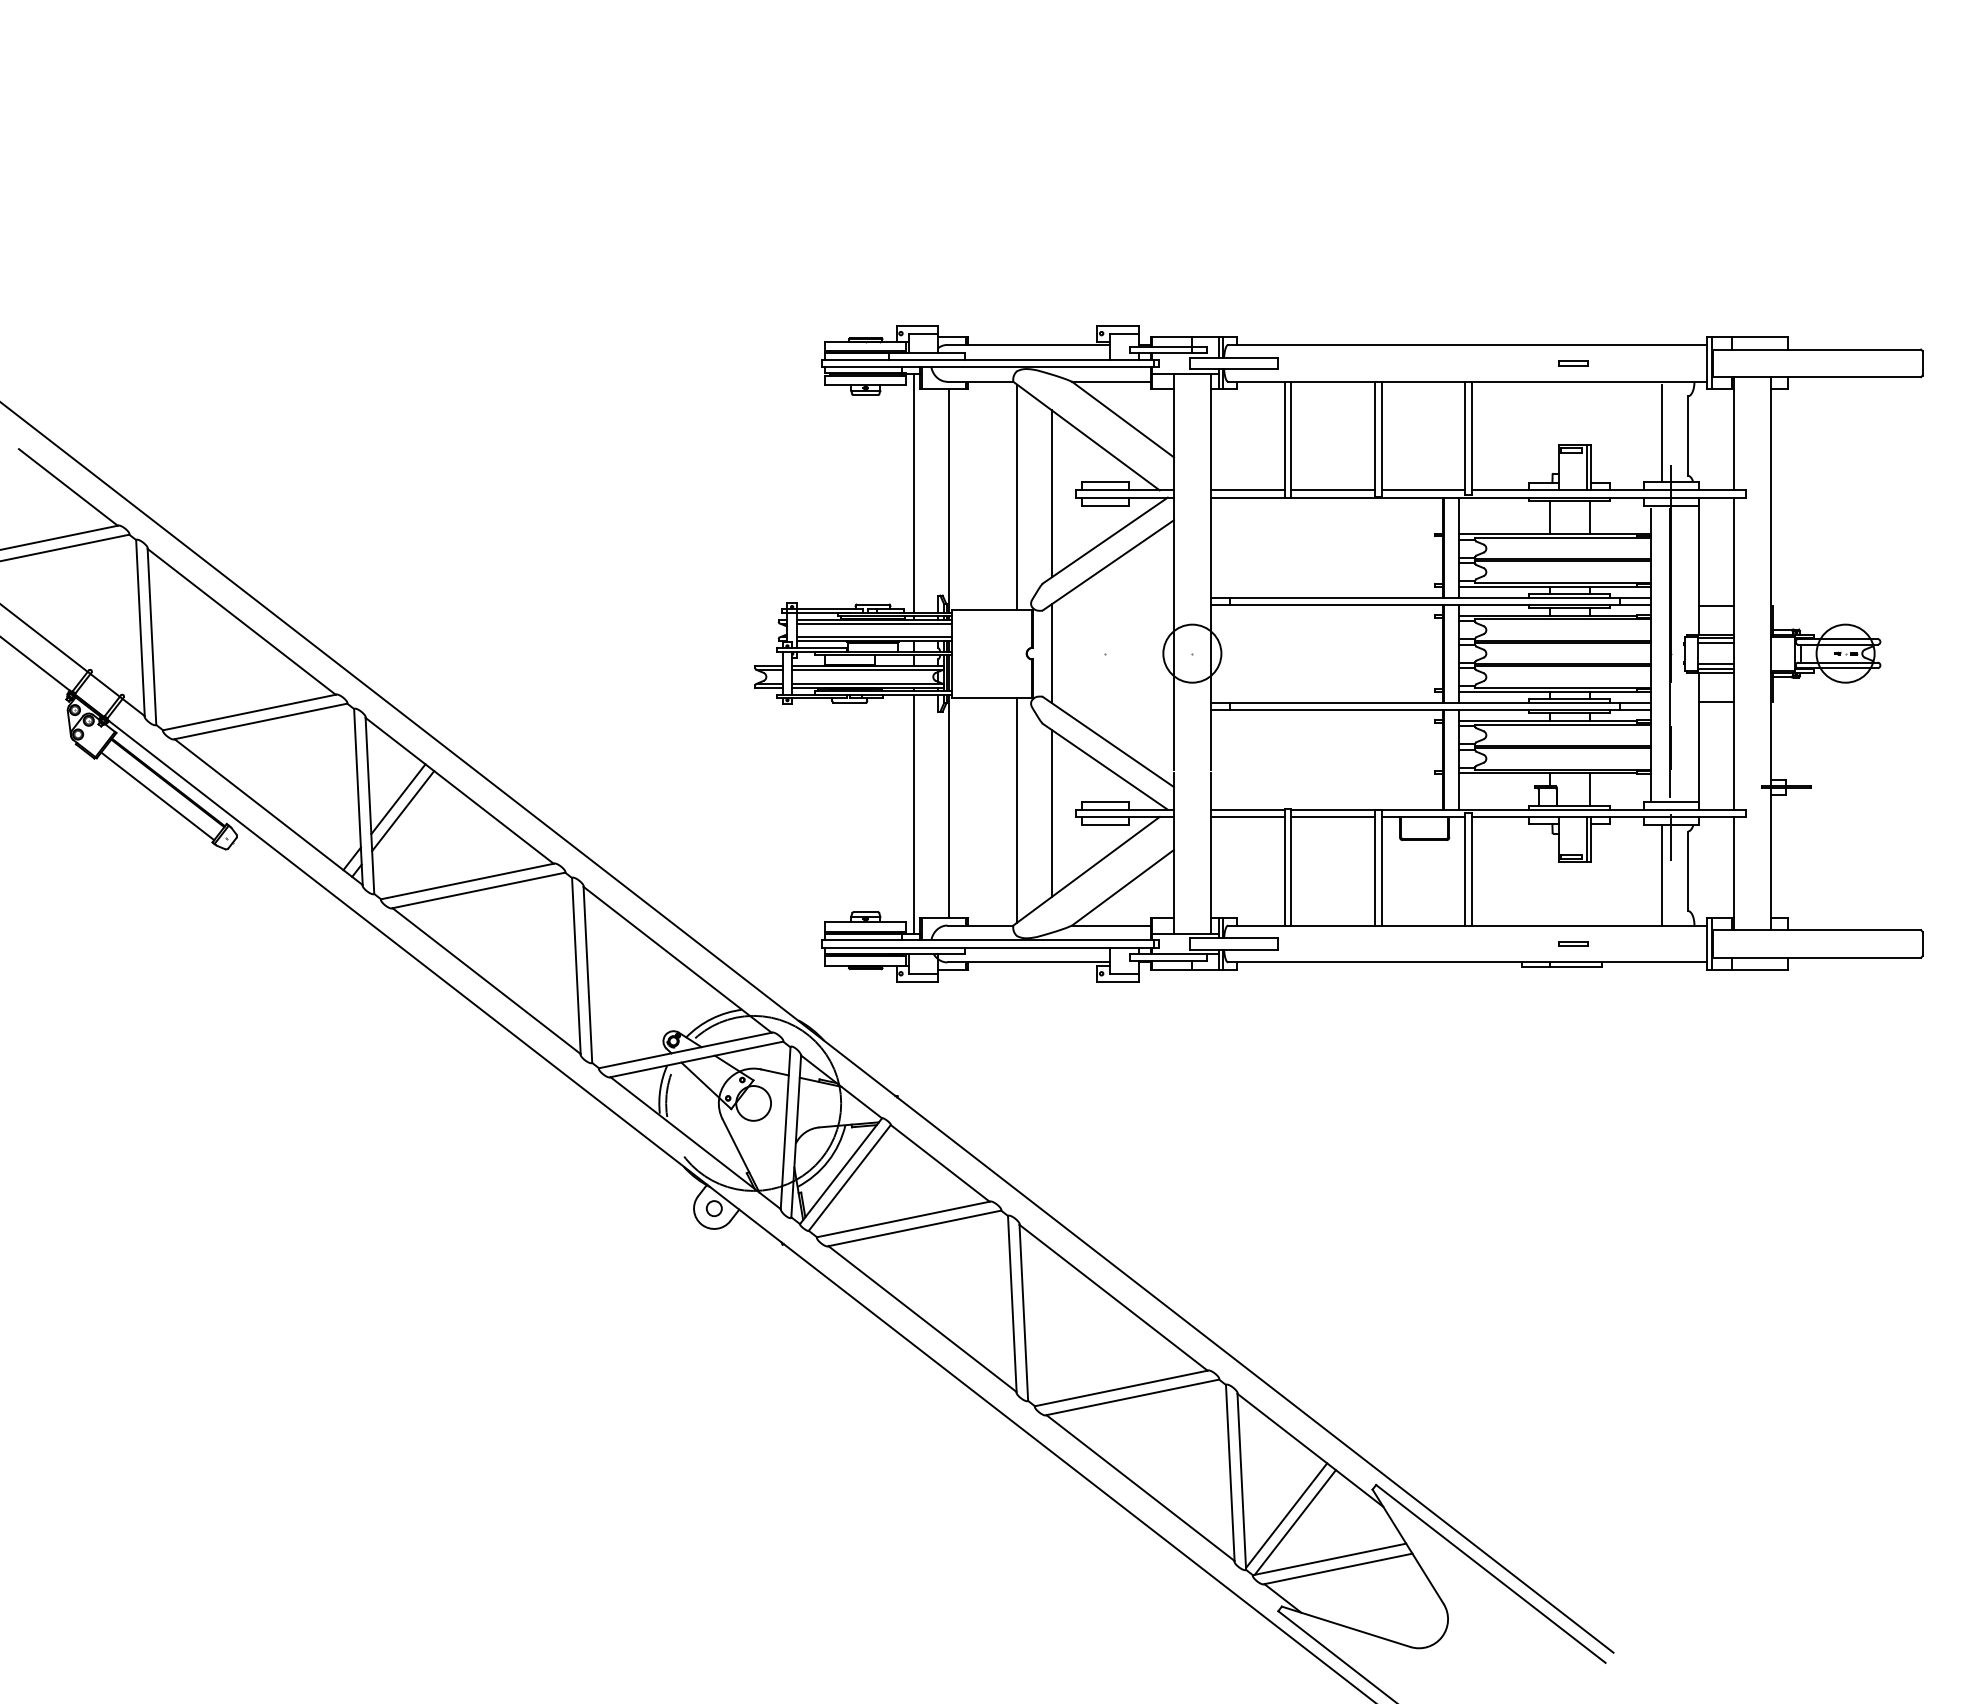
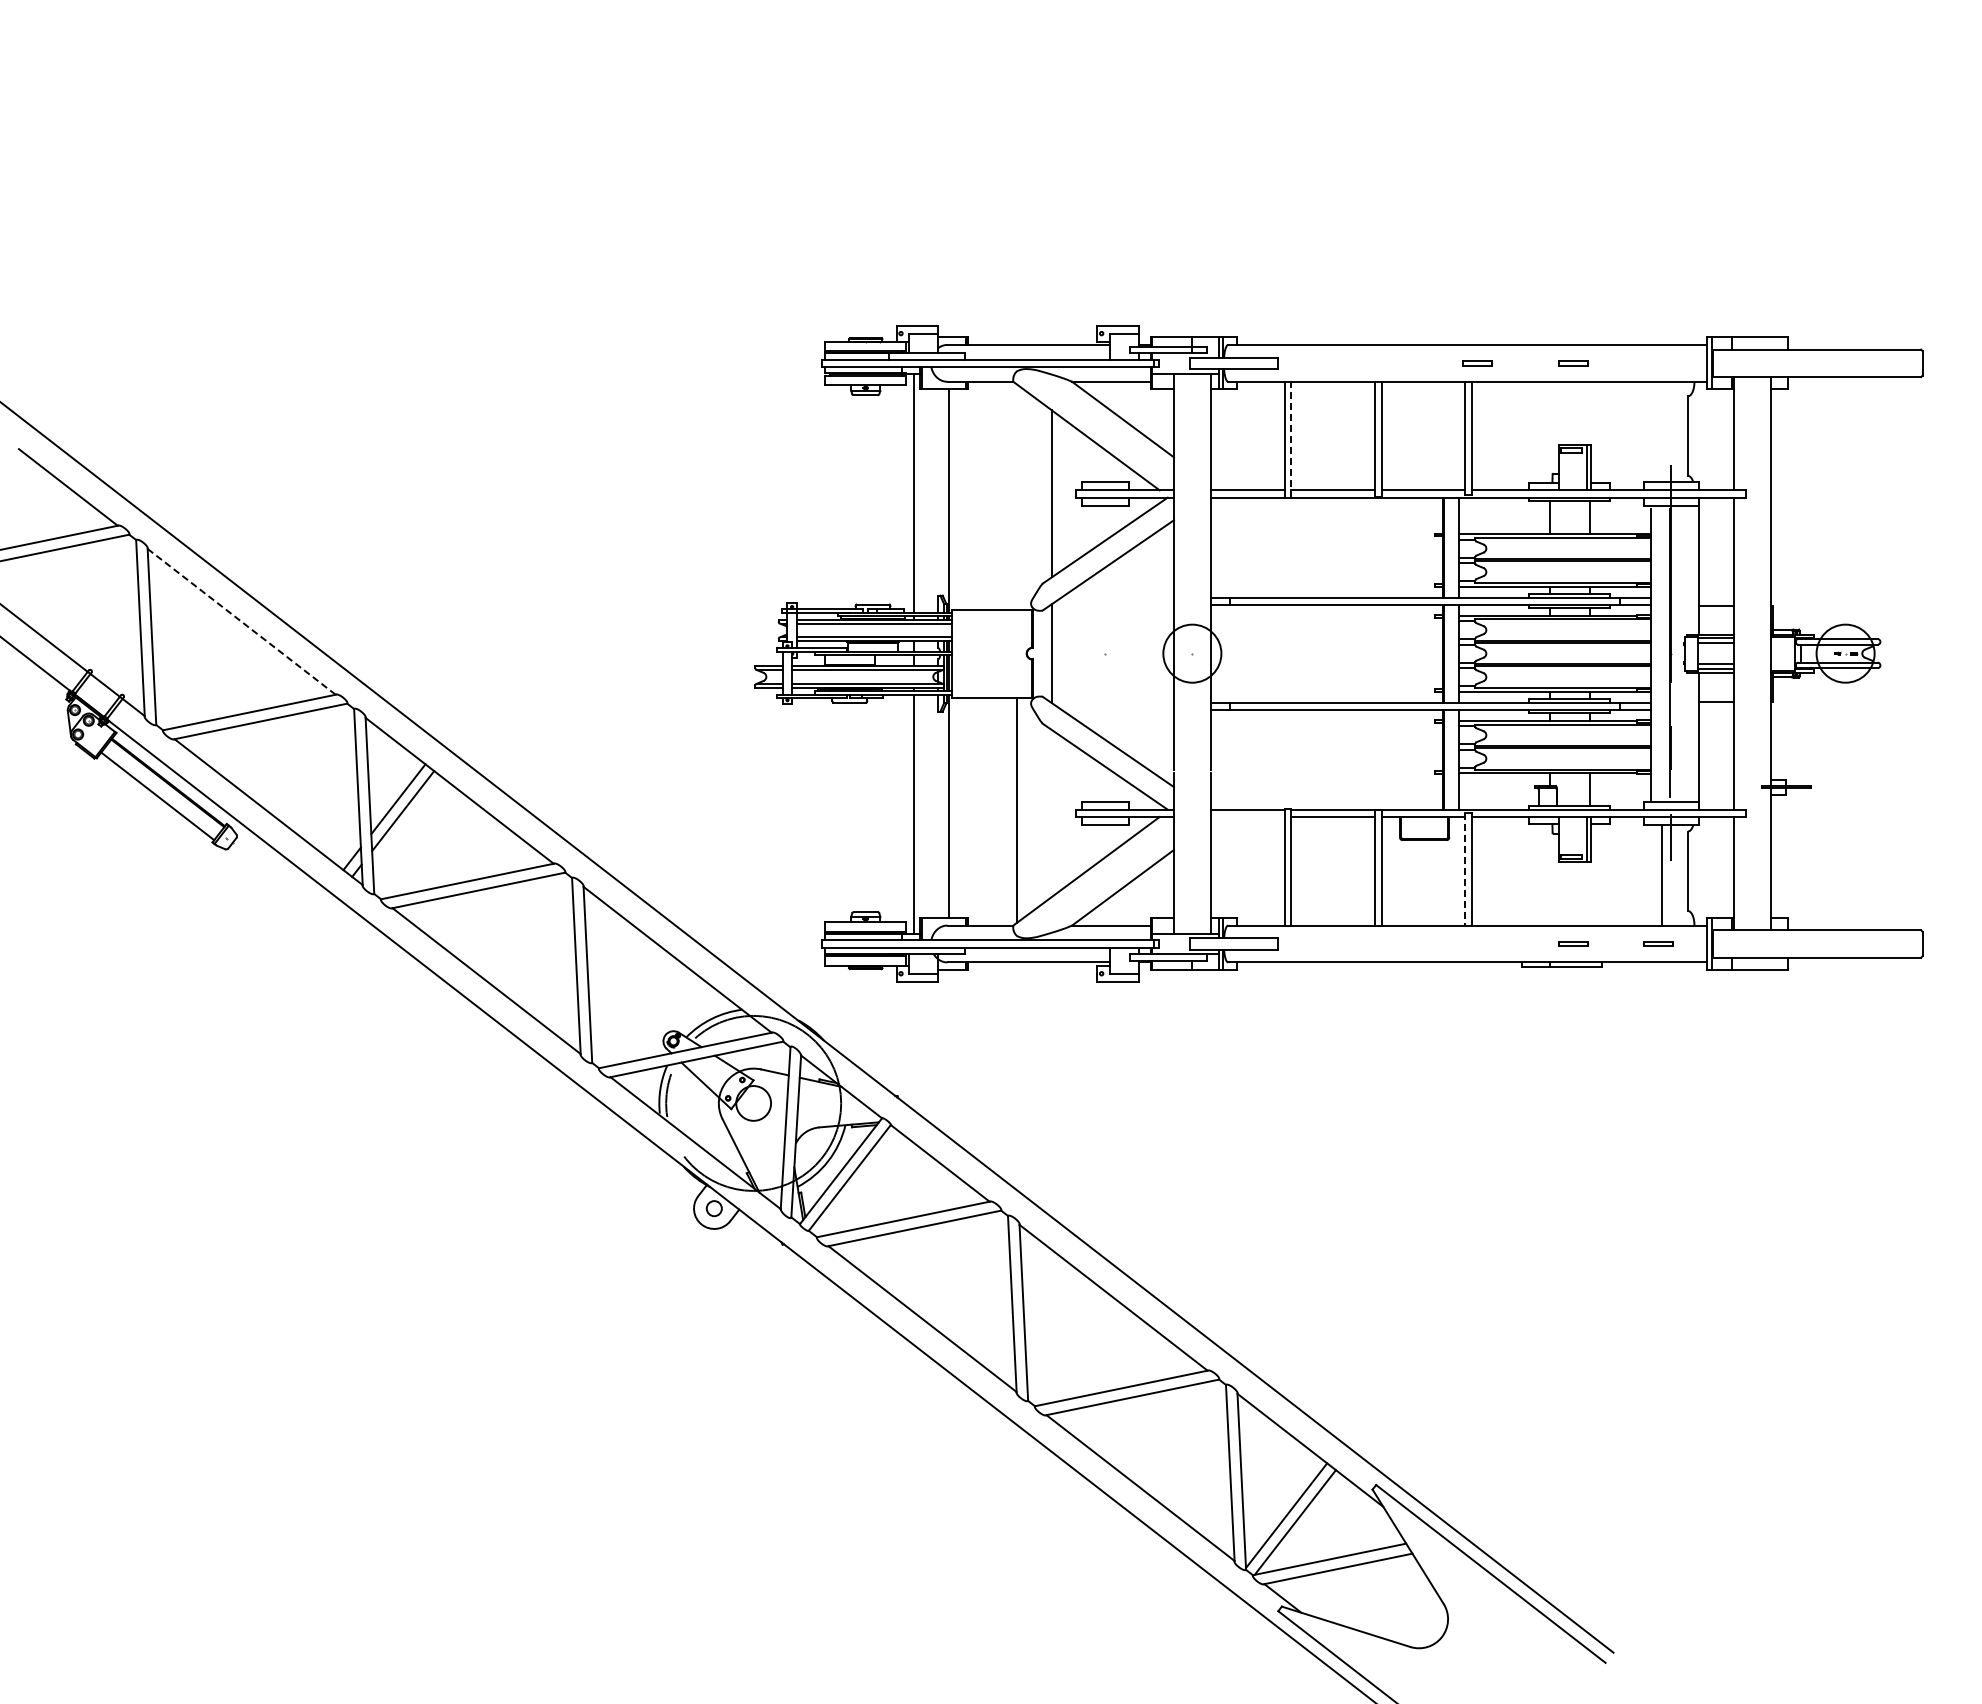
part at (1477, 363): none -> present
line at (1662, 433): present -> none
line at (1291, 439): solid -> dashed
line at (1017, 496): present -> none
line at (242, 622): solid -> dashed
line at (1052, 813): present -> none
line at (1247, 816): present -> none
line at (1465, 869): solid -> dashed
part at (1658, 943): none -> present
